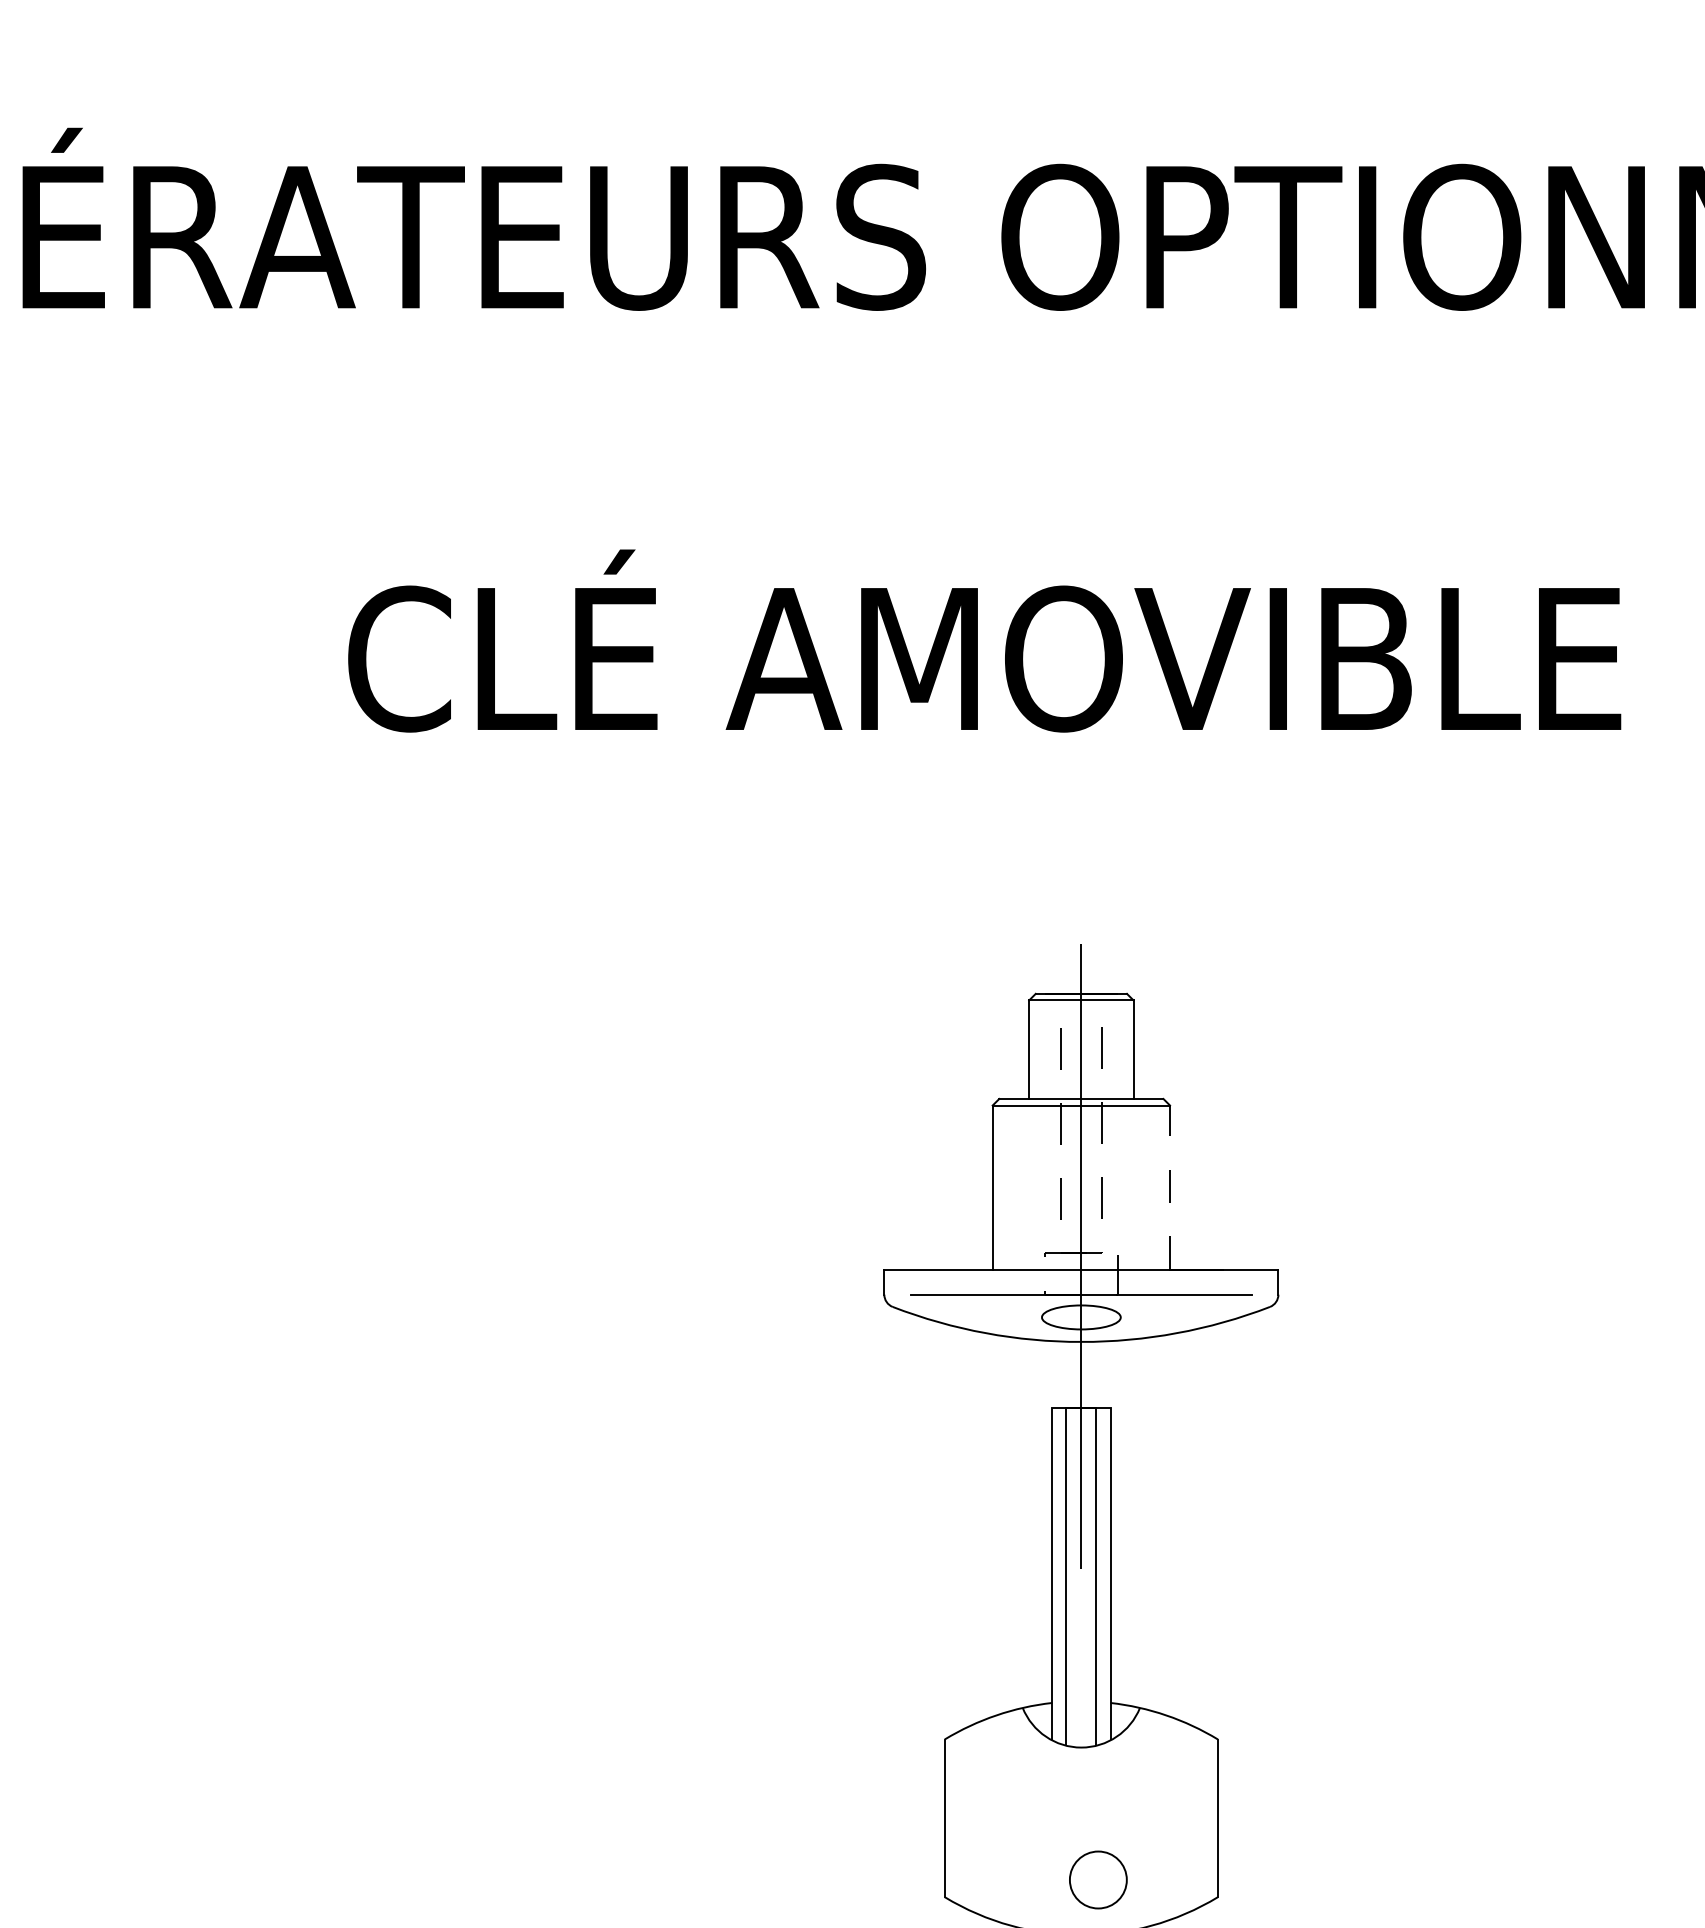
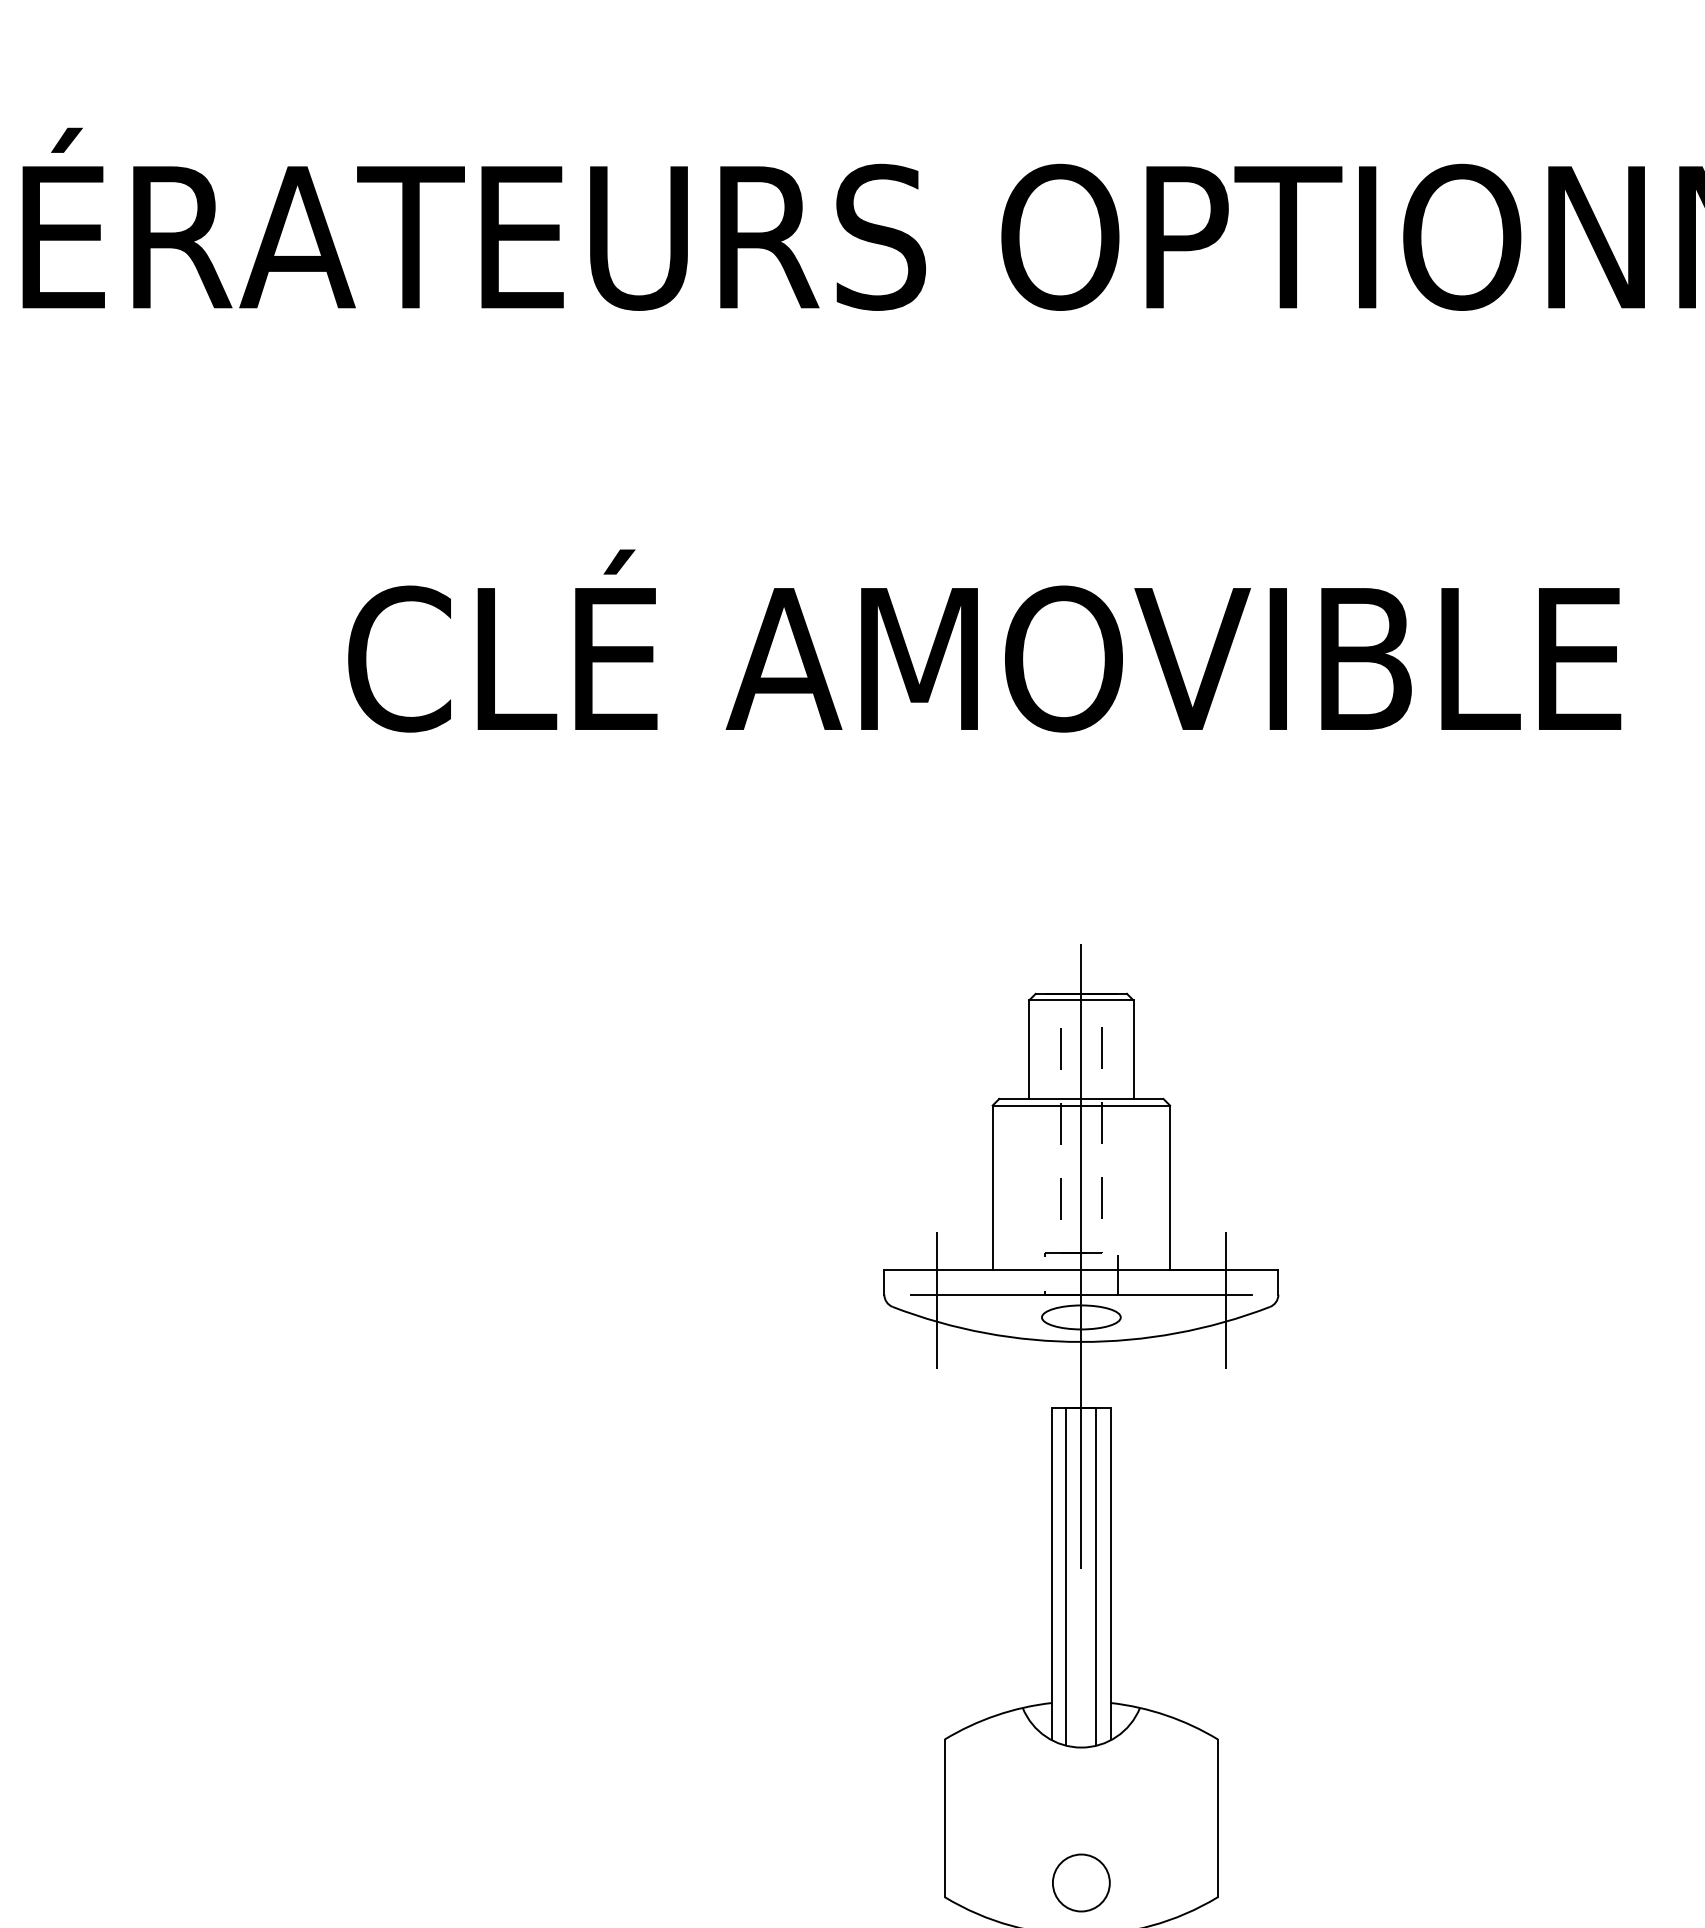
line at (1170, 1187): dashed -> solid
line at (936, 1300): none -> present
line at (1225, 1300): none -> present
circle at (1098, 1879) position: (1098, 1879) -> (1081, 1882)
